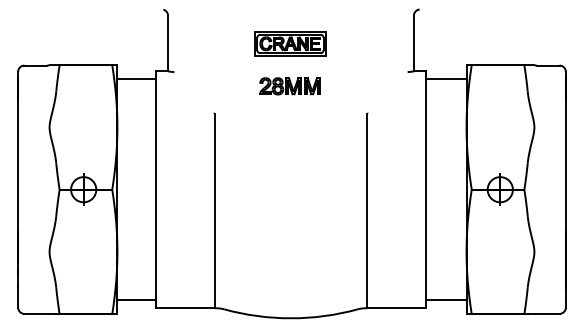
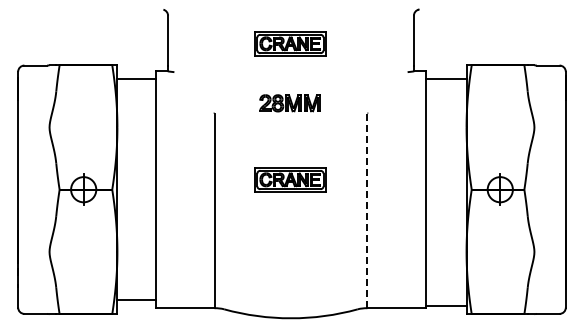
part at (289, 86) position: (289, 86) -> (289, 103)
part at (290, 179): none -> present
line at (367, 211): solid -> dashed
line at (445, 300) position: (445, 300) -> (445, 306)
